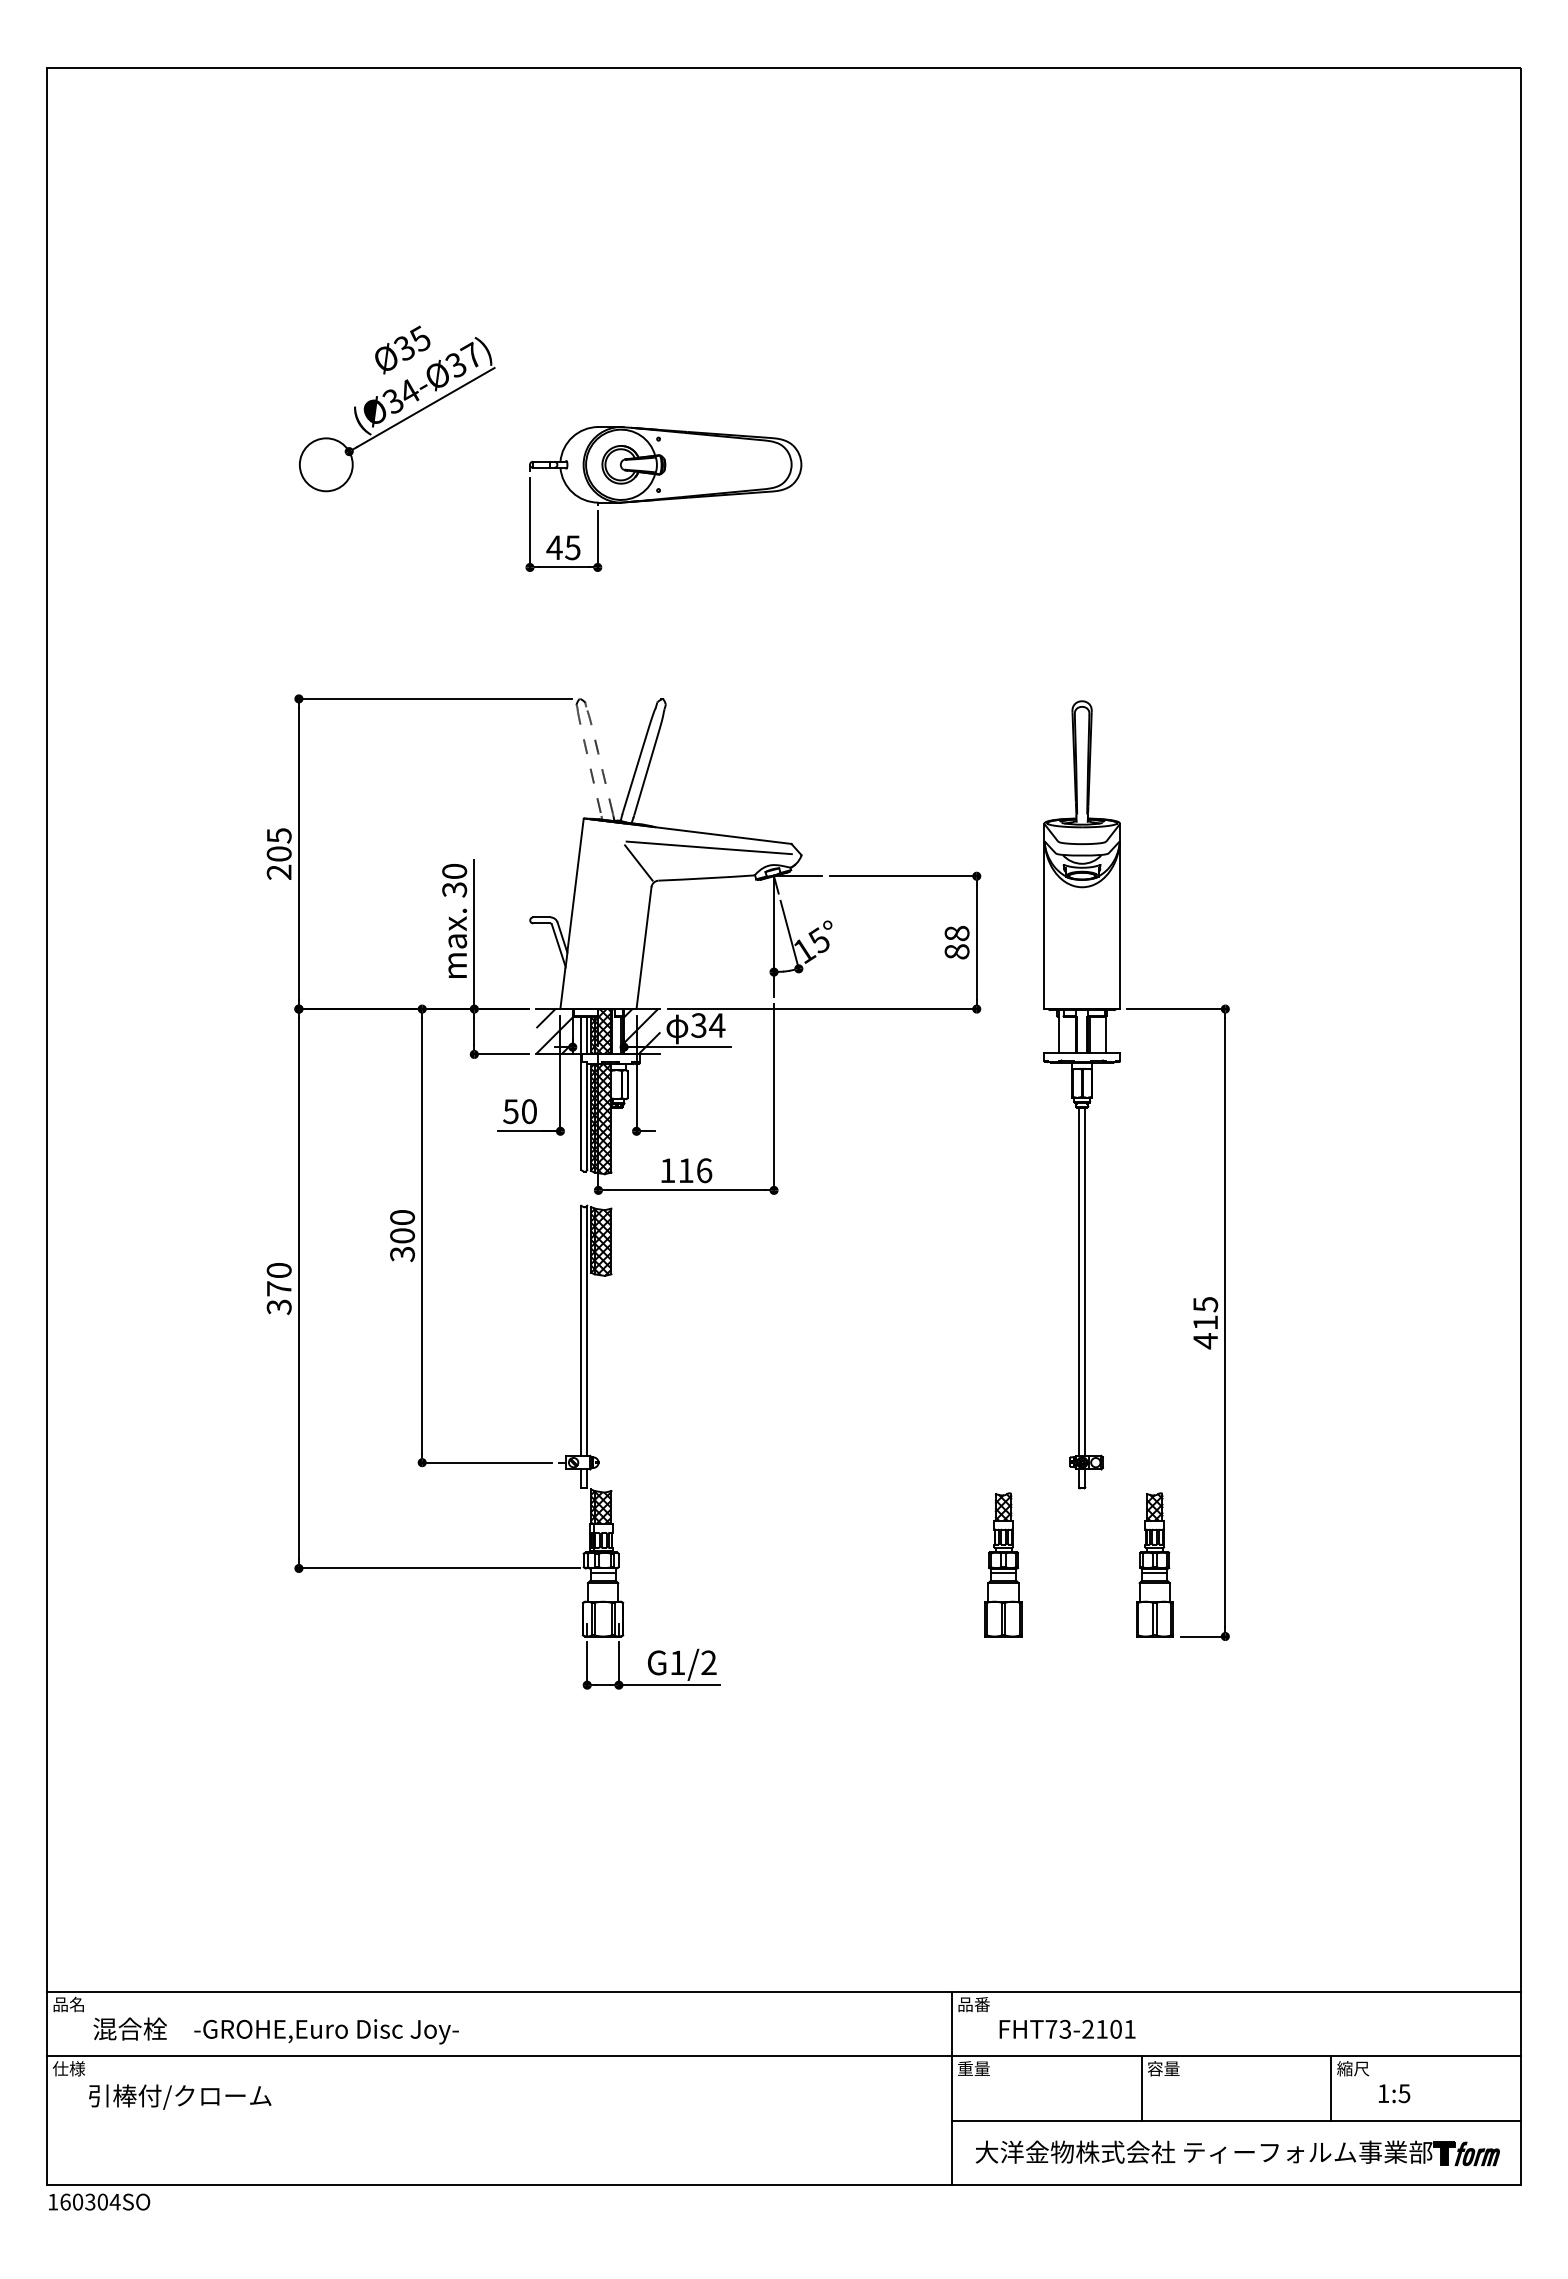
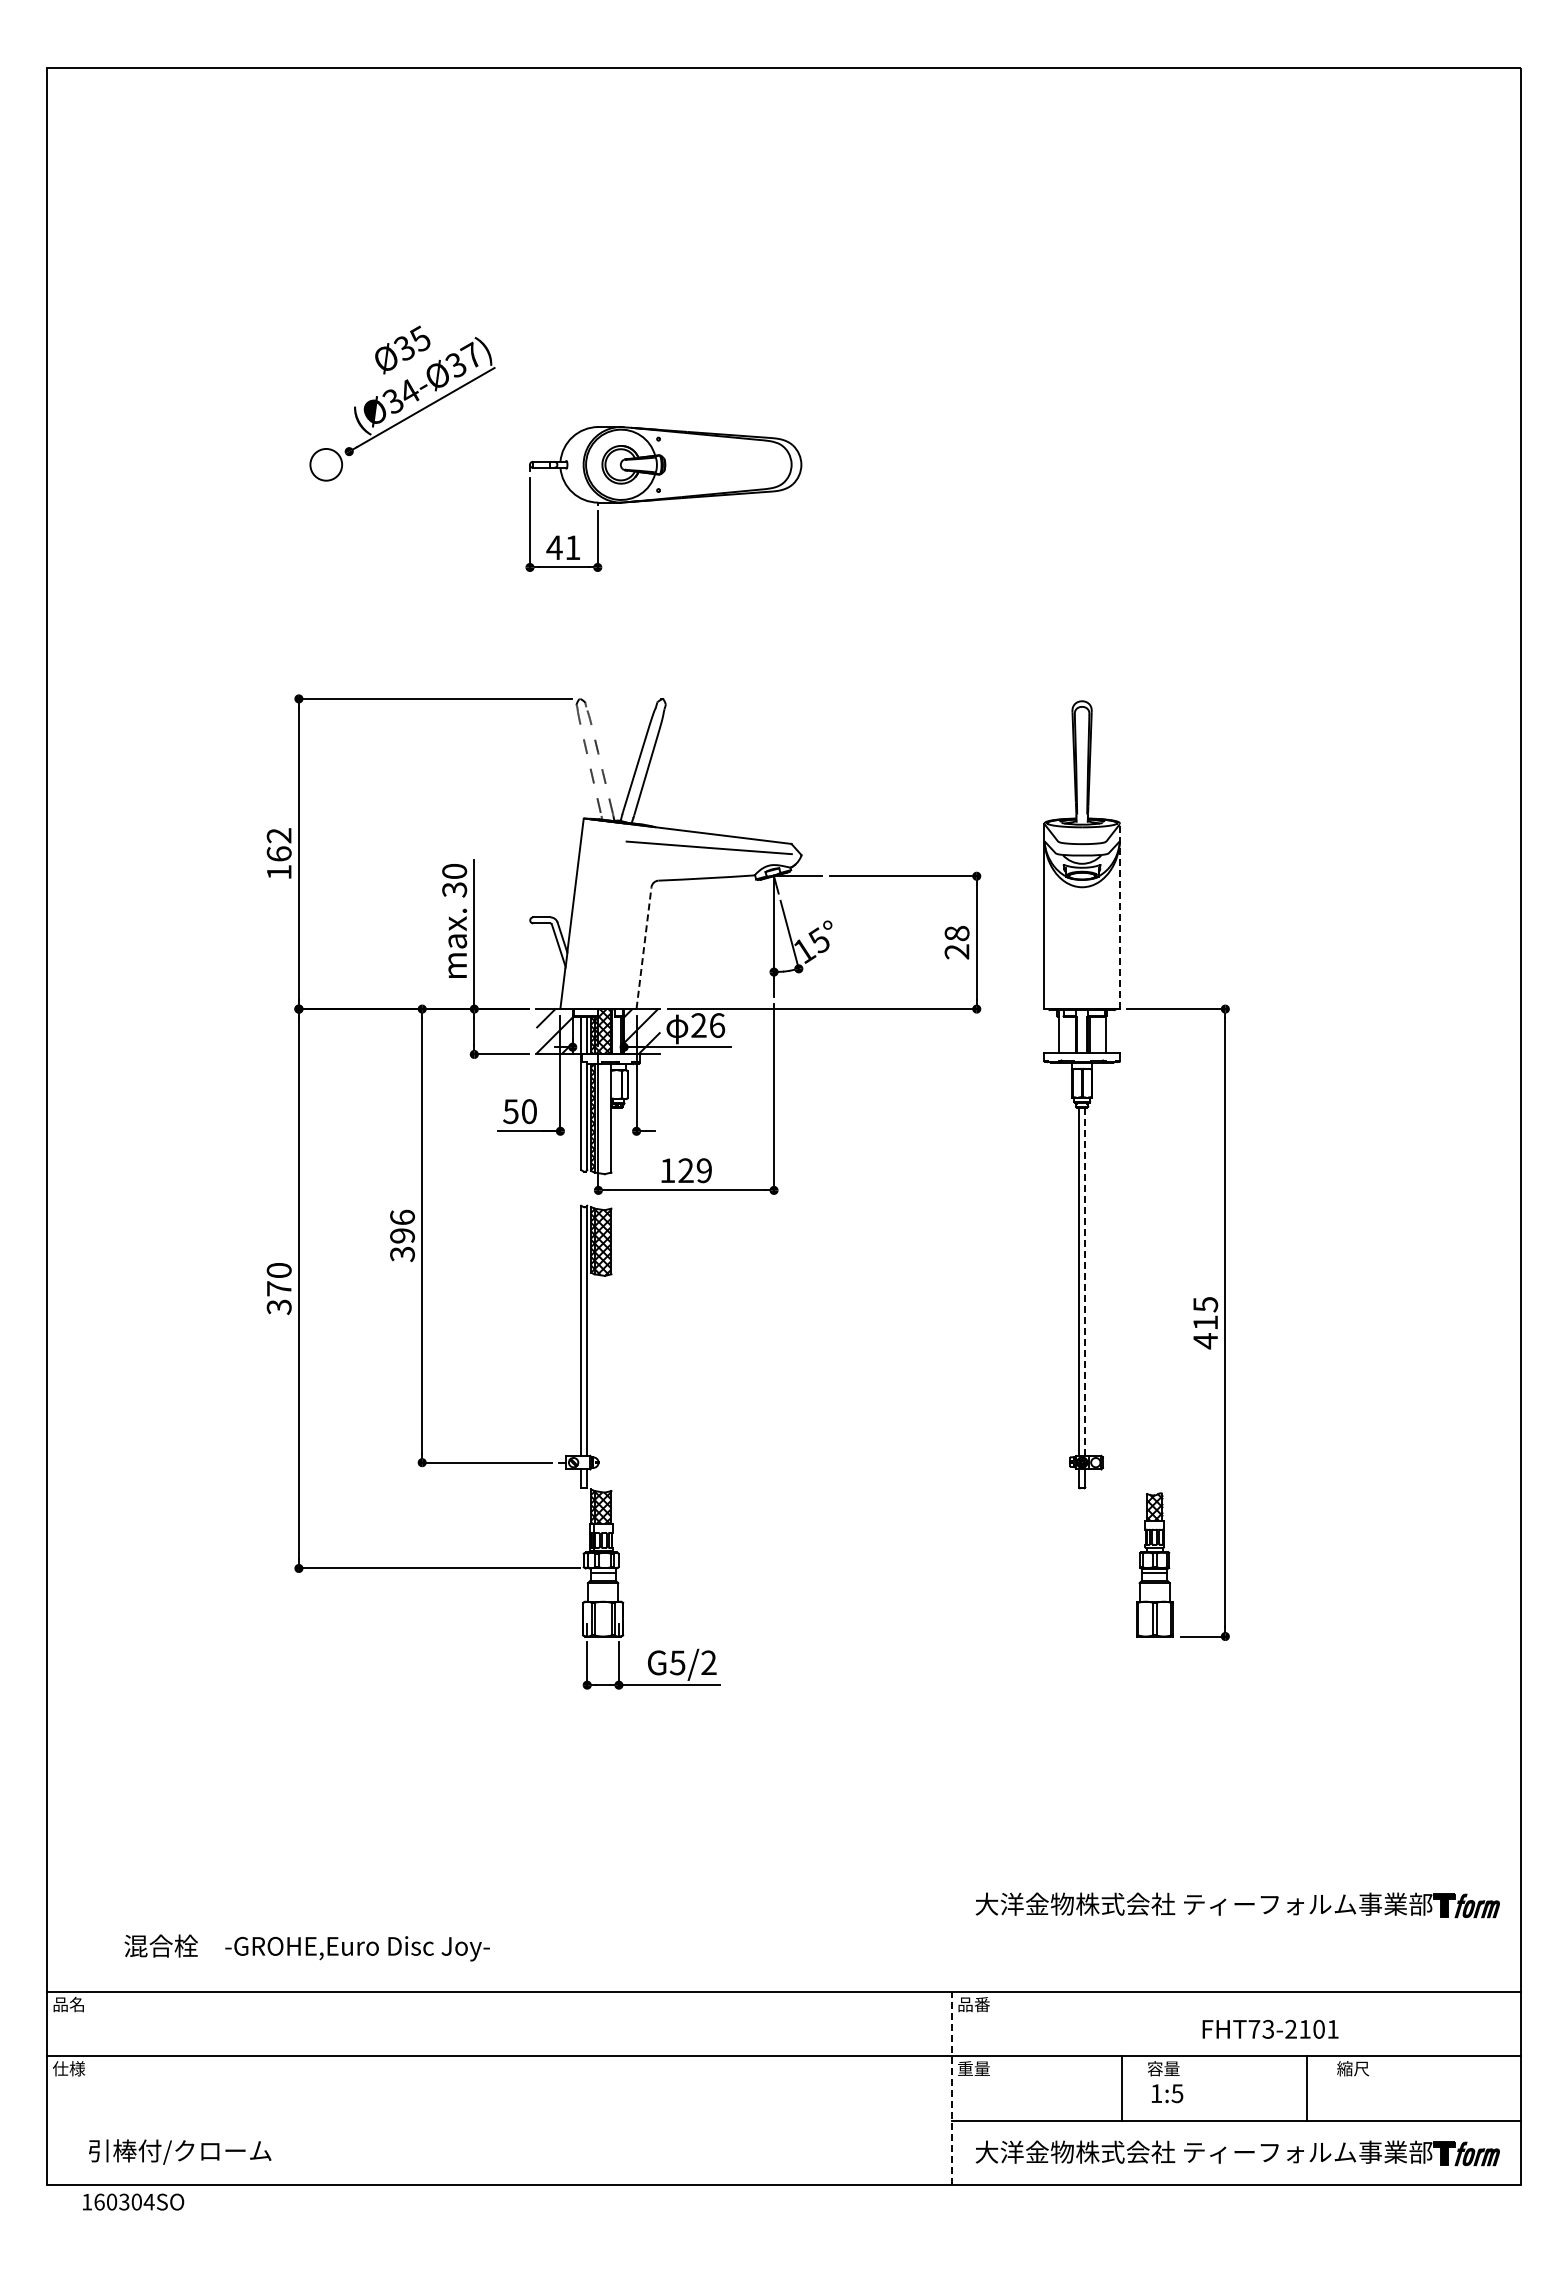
circle at (325, 464) diameter: 53 px -> 32 px
text at (572, 547): 45 -> 41
text at (278, 853): 205 -> 162
line at (638, 862): present -> none
line at (1120, 915): solid -> dashed
line at (644, 947): solid -> dashed
text at (956, 951): 88 -> 28
text at (708, 1025): 34 -> 26
hatch at (602, 1118): present -> none
text at (695, 1170): 116 -> 129
text at (402, 1226): 300 -> 396
line at (1085, 1281): solid -> dashed
part at (1003, 1564): present -> none
text at (677, 1662): G1/2 -> G5/2
part at (1237, 1905): none -> present
text at (1067, 2028) position: (1067, 2028) -> (1270, 2028)
text at (275, 2030) position: (275, 2030) -> (306, 1947)
line at (951, 2088): solid -> dashed
line at (1141, 2088) position: (1141, 2088) -> (1121, 2088)
line at (1331, 2088) position: (1331, 2088) -> (1307, 2088)
text at (1394, 2093) position: (1394, 2093) -> (1167, 2093)
text at (180, 2096) position: (180, 2096) -> (180, 2151)
text at (99, 2201) position: (99, 2201) -> (133, 2201)
